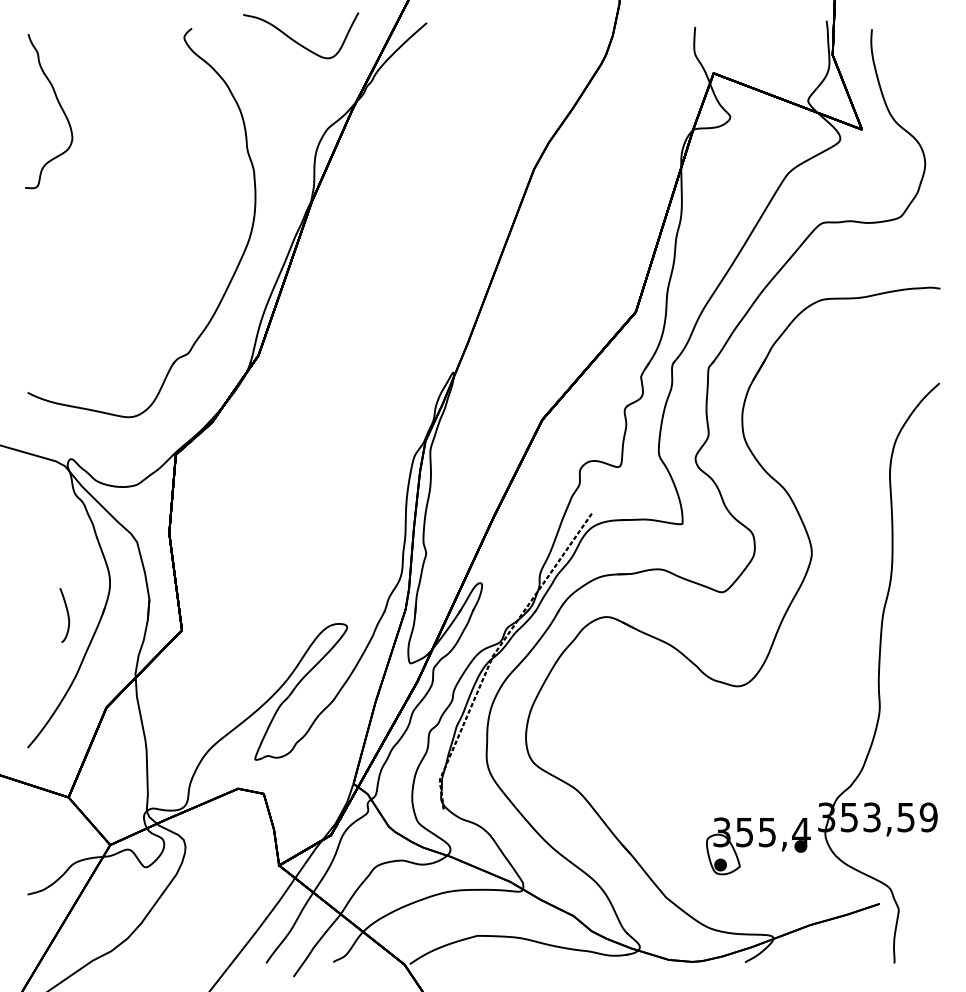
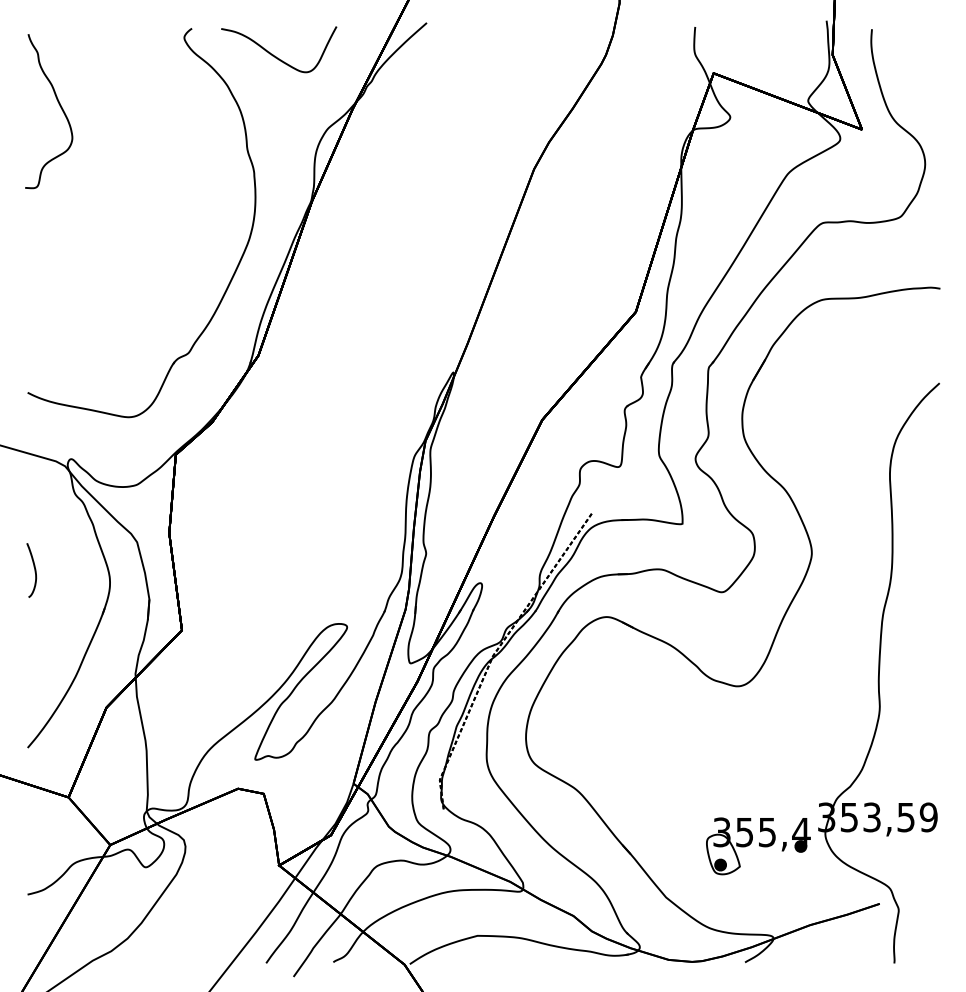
curve at (298, 42) position: (298, 42) -> (276, 56)
curve at (67, 615) position: (67, 615) -> (34, 570)
